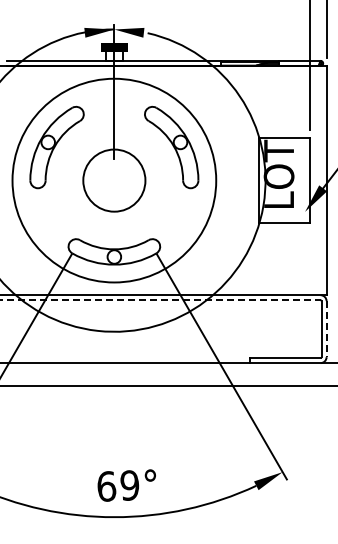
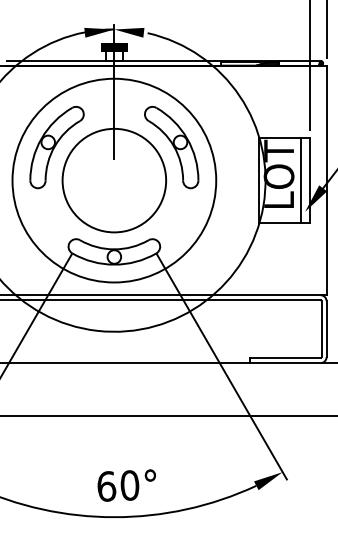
circle at (114, 180) diameter: 62 px -> 104 px
line at (301, 180): none -> present
line at (160, 300): dashed -> solid
line at (326, 329): dashed -> solid
line at (168, 385) position: (168, 385) -> (168, 415)
text at (129, 485): 69° -> 60°
